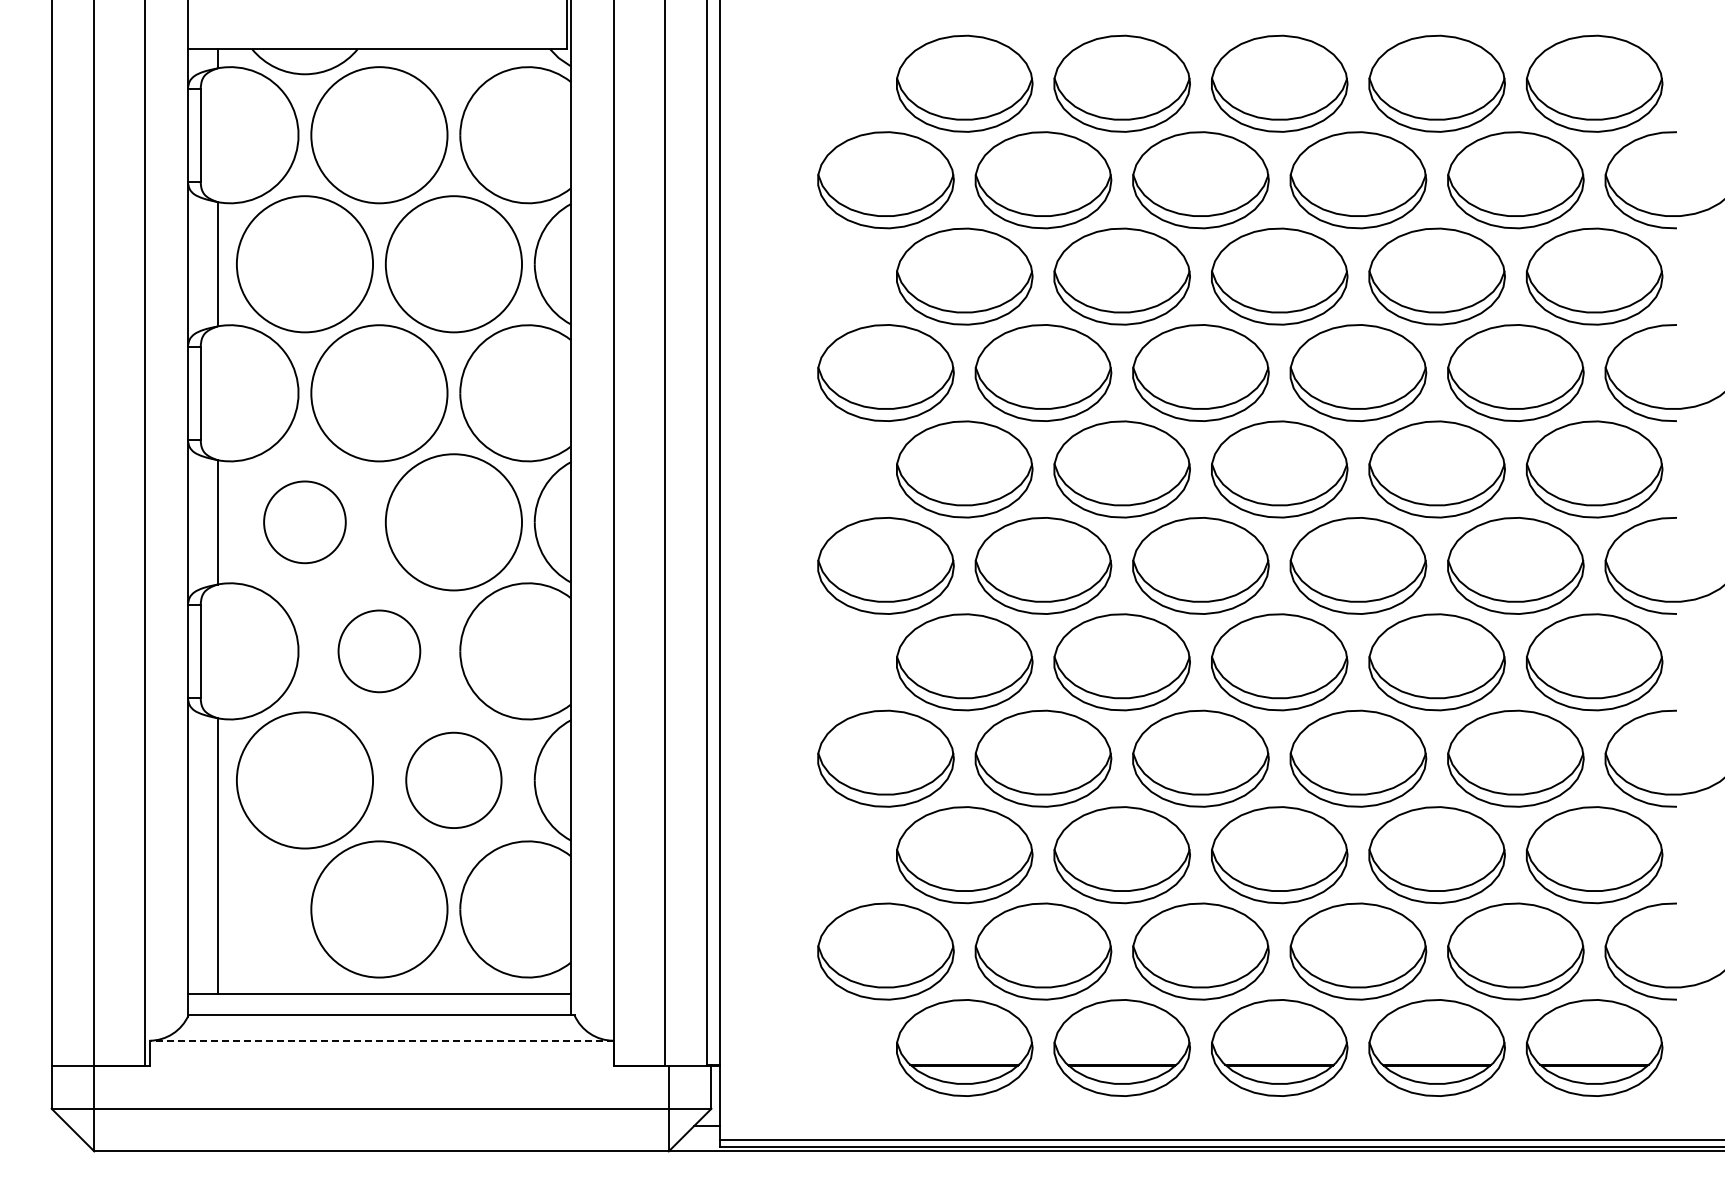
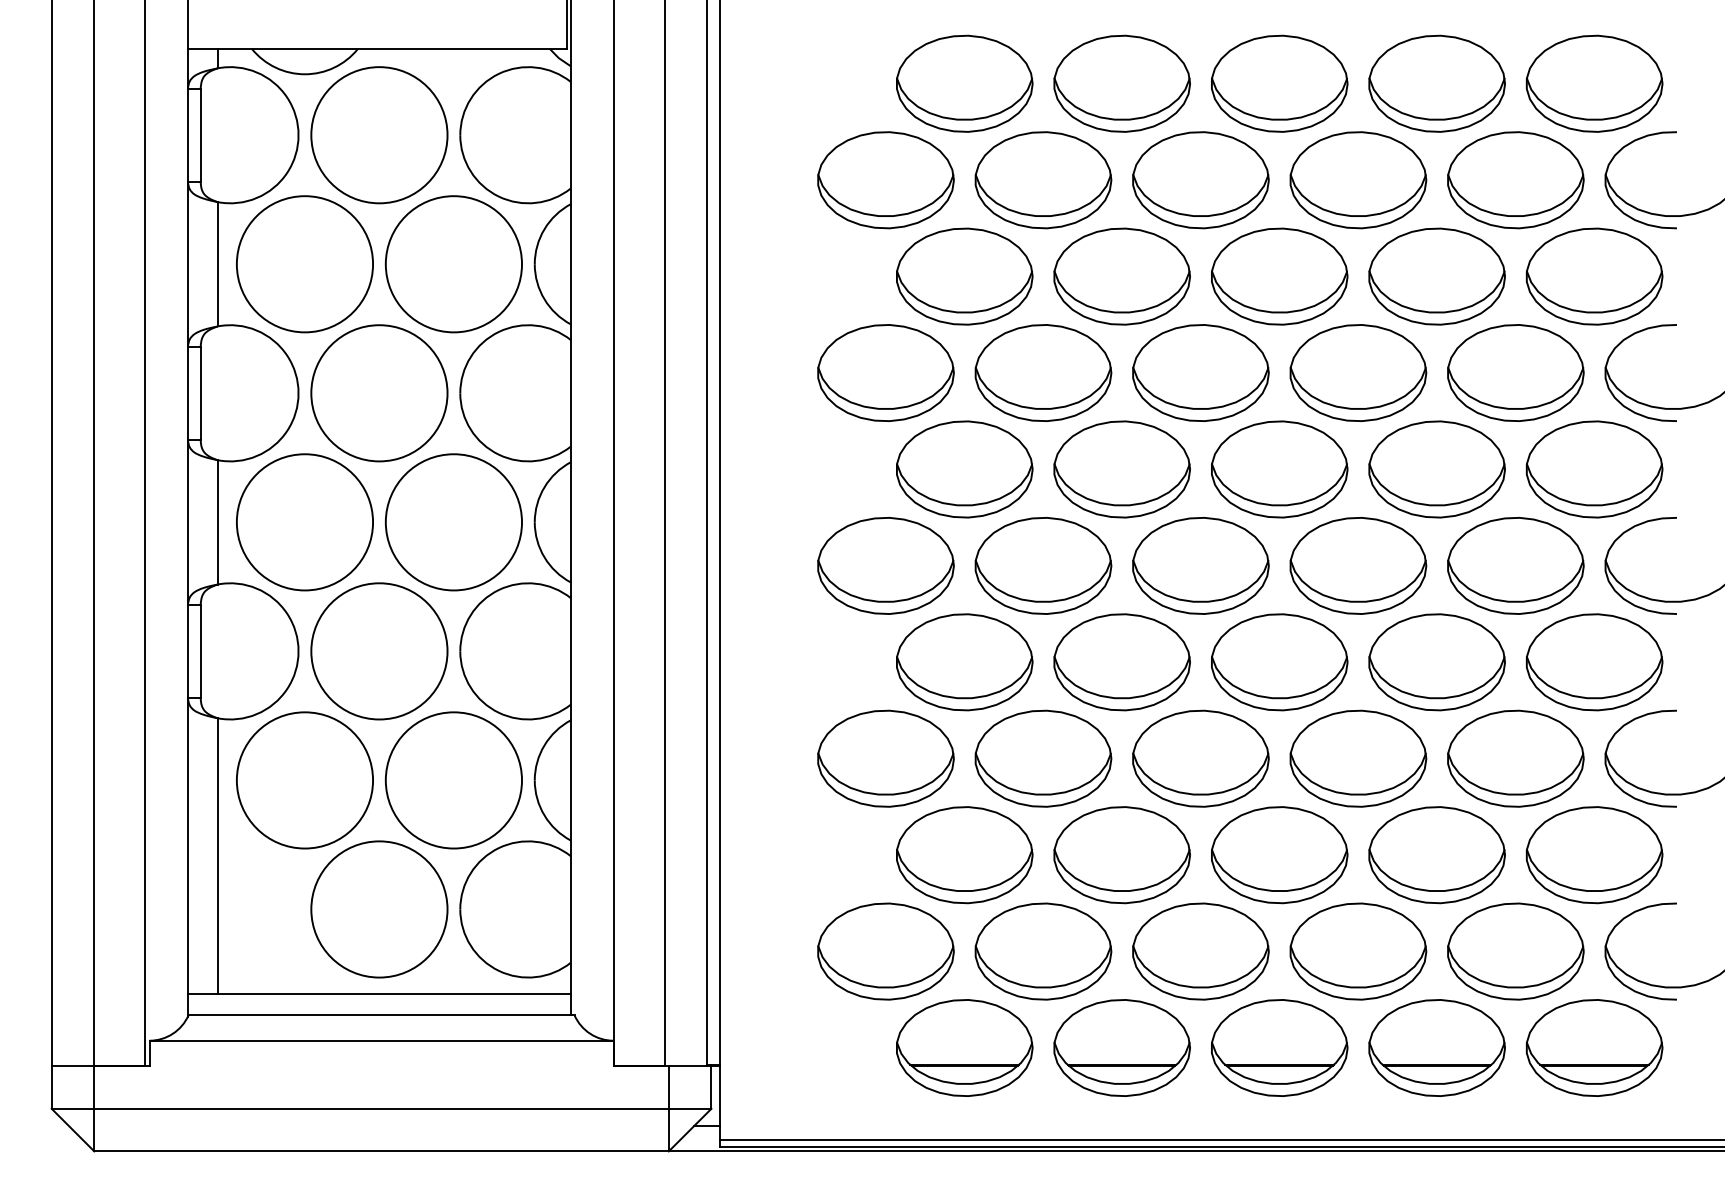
circle at (304, 522) diameter: 82 px -> 136 px
circle at (379, 651) diameter: 82 px -> 136 px
circle at (453, 780) diameter: 95 px -> 136 px
line at (381, 1040): dashed -> solid
